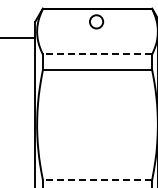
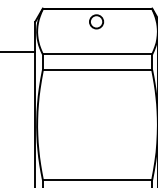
line at (18, 37) position: (18, 37) -> (18, 51)
line at (97, 54): dashed -> solid
line at (97, 179): dashed -> solid
